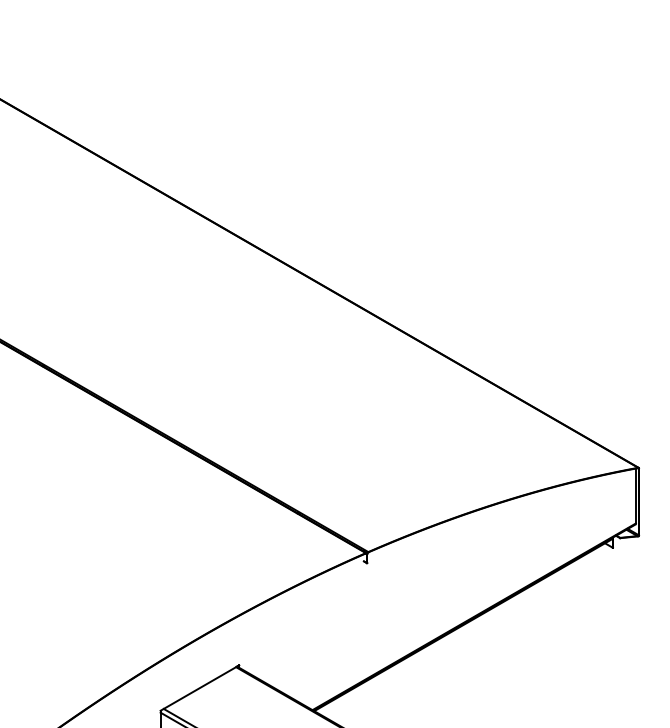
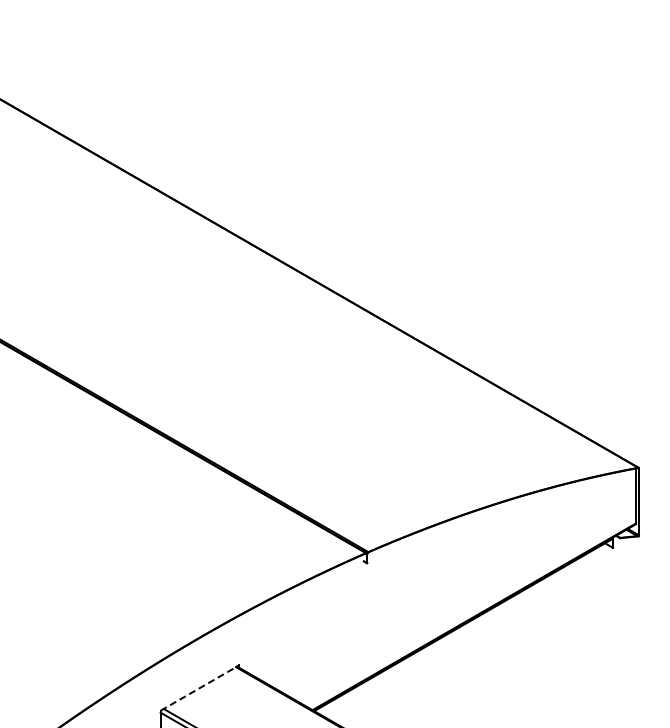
line at (200, 687): solid -> dashed
